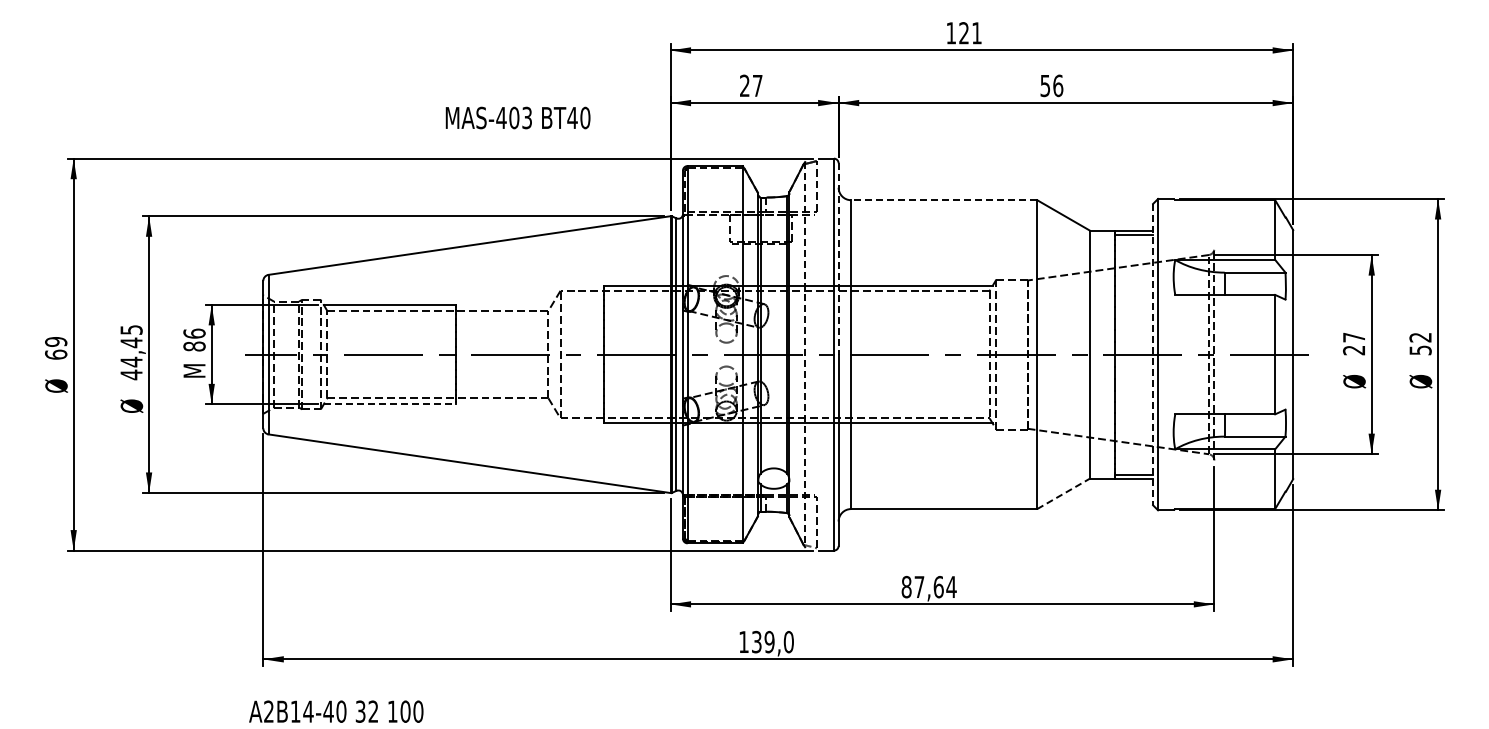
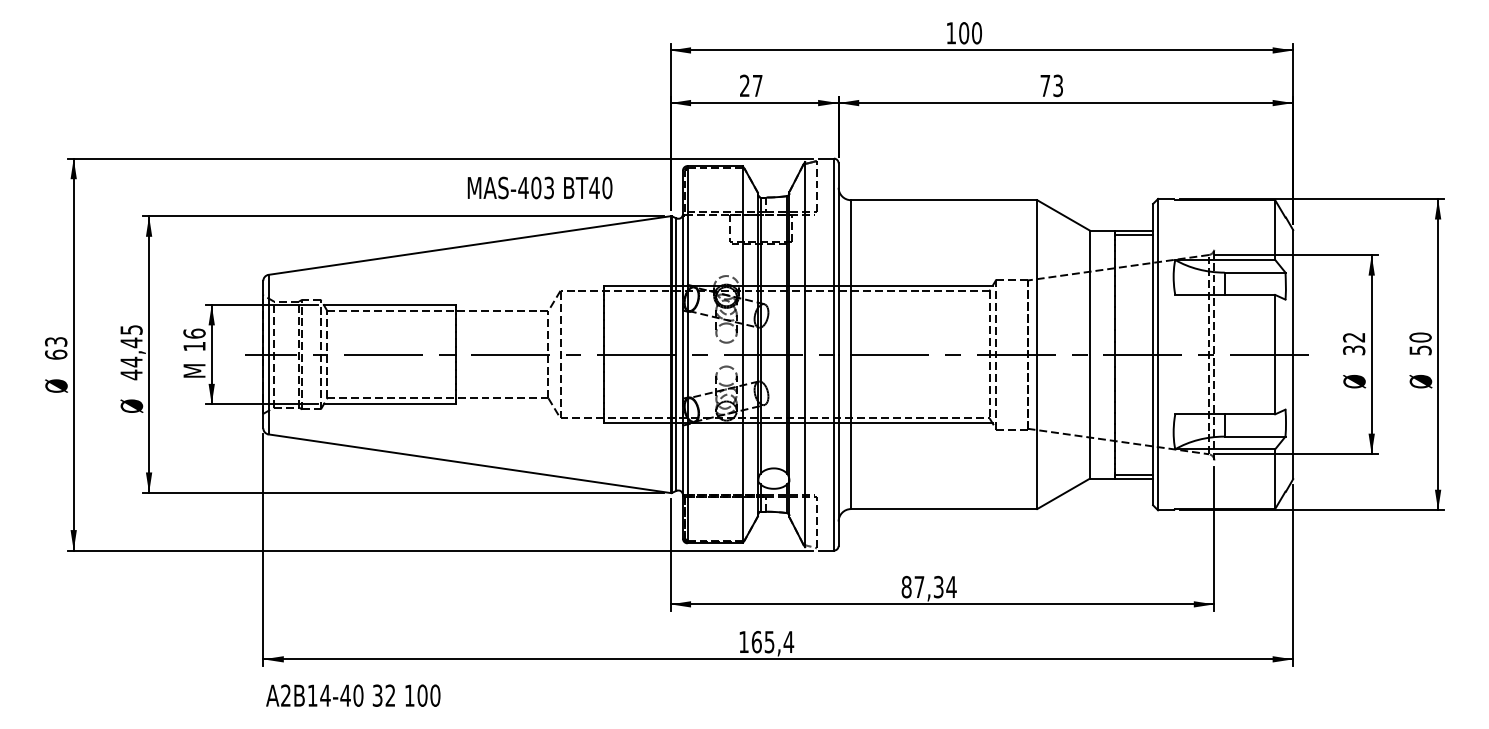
text at (970, 33): 121 -> 100
text at (1051, 85): 56 -> 73
text at (517, 117) position: (517, 117) -> (539, 187)
line at (943, 200): dashed -> solid
line at (838, 258): dashed -> solid
text at (1420, 337): 52 -> 50
text at (56, 341): 69 -> 63
text at (1354, 344): 27 -> 32
text at (194, 346): 86 -> 16
line at (805, 354): dashed -> solid
line at (1153, 354): dashed -> solid
line at (390, 404): dashed -> solid
line at (1063, 493): dashed -> solid
text at (938, 586): 87,64 -> 87,34
text at (772, 641): 139,0 -> 165,4
text at (336, 711) position: (336, 711) -> (353, 695)
